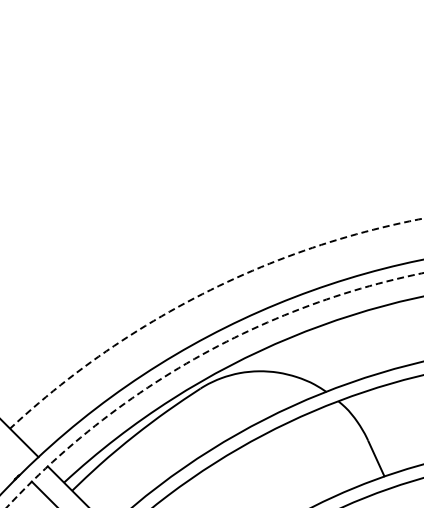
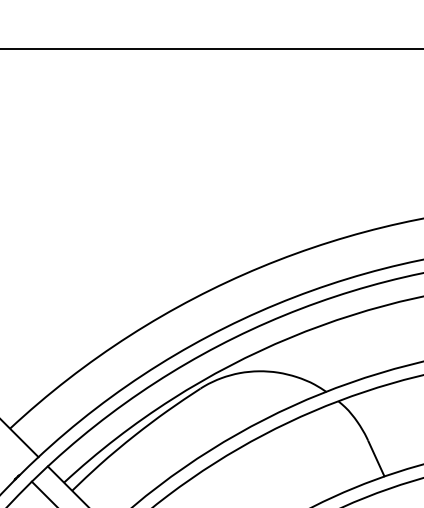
line at (211, 48): none -> present
arc at (203, 293): dashed -> solid
arc at (197, 357): dashed -> solid
